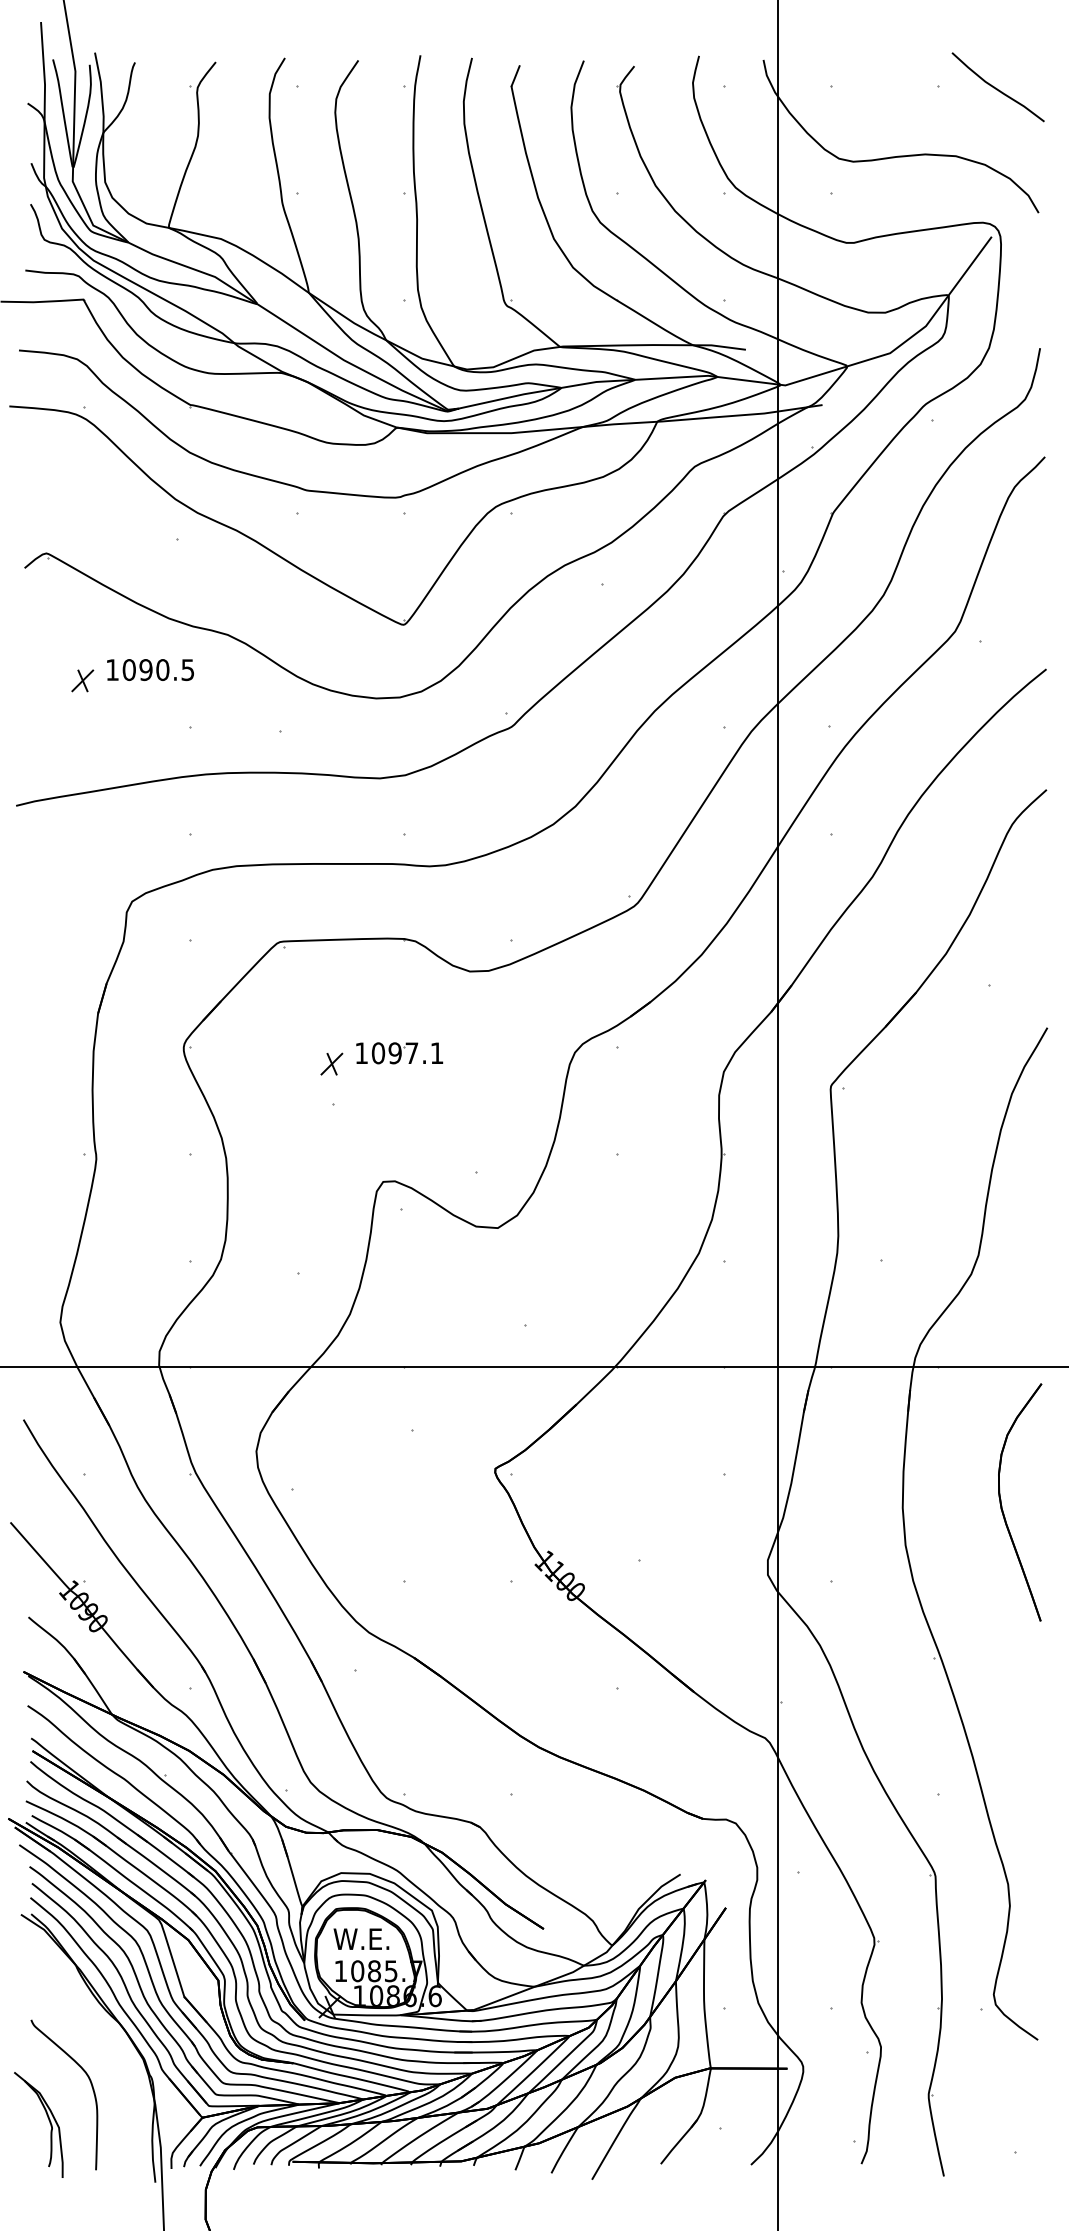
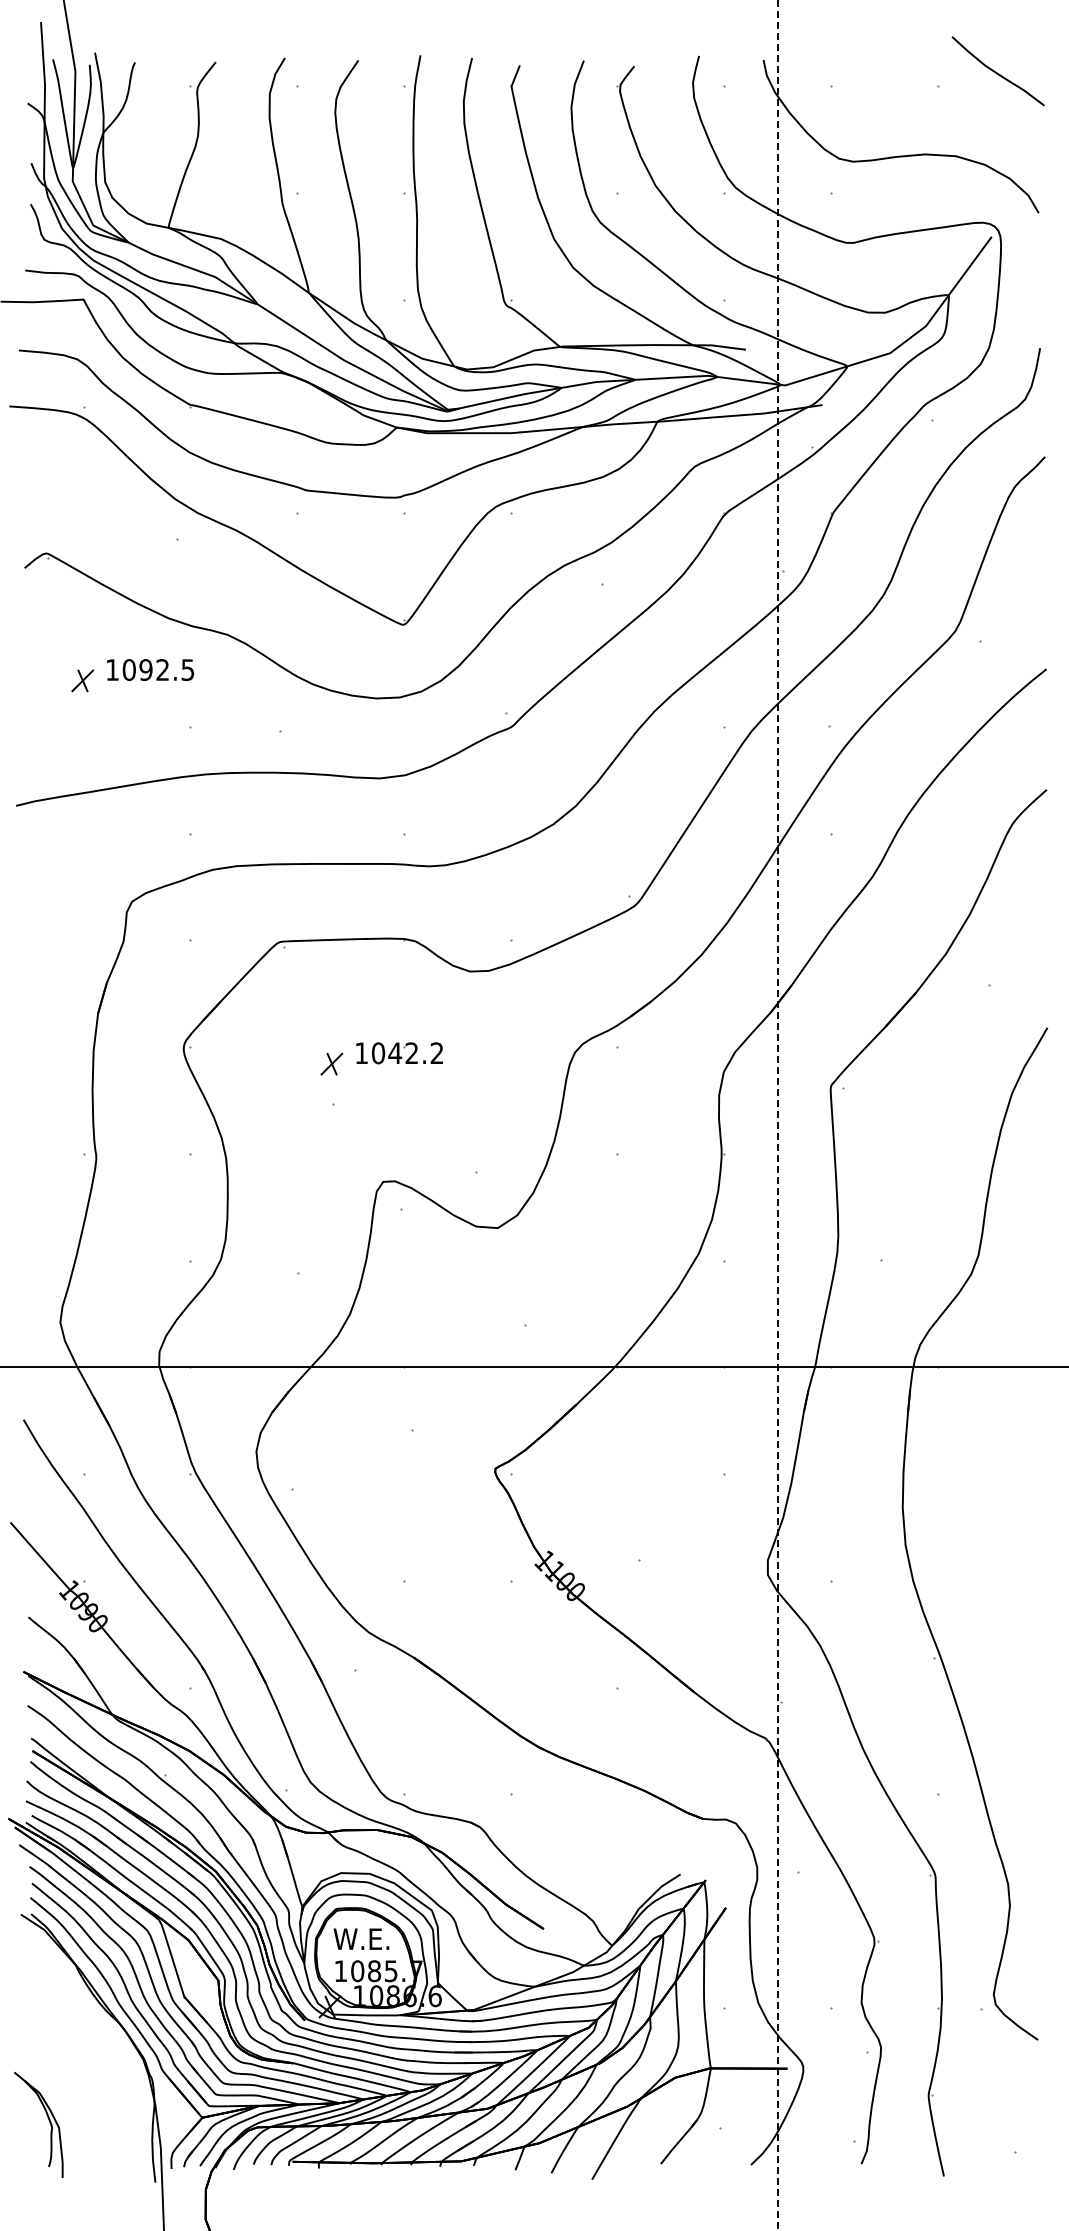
curve at (996, 87) position: (996, 87) -> (996, 71)
text at (162, 669): 1090.5 -> 1092.5
text at (415, 1053): 1097.1 -> 1042.2
line at (777, 1115): solid -> dashed
part at (1002, 1505): present -> none
curve at (90, 2084): present -> none
